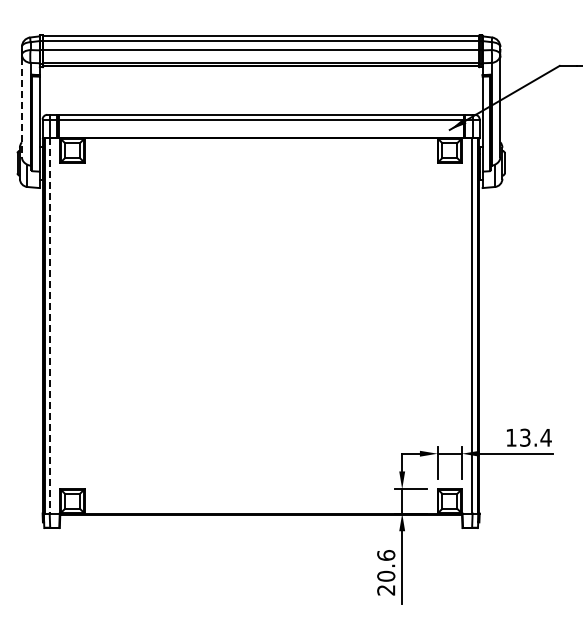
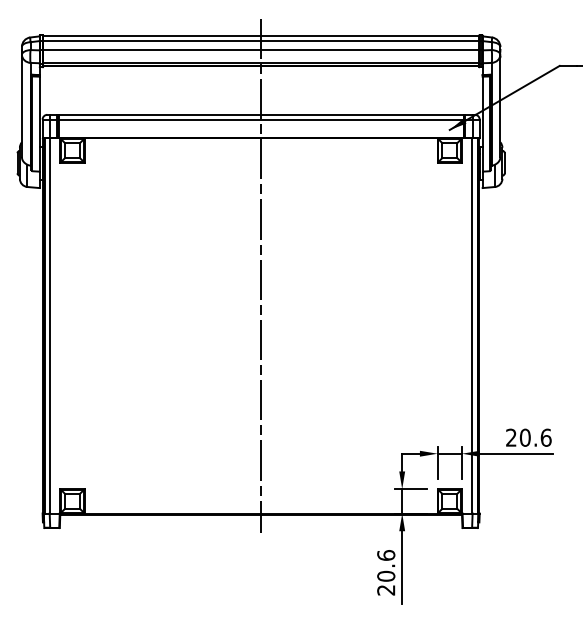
line at (21, 108): dashed -> solid
line at (261, 275): none -> present
line at (50, 325): dashed -> solid
text at (528, 437): 13.4 -> 20.6
